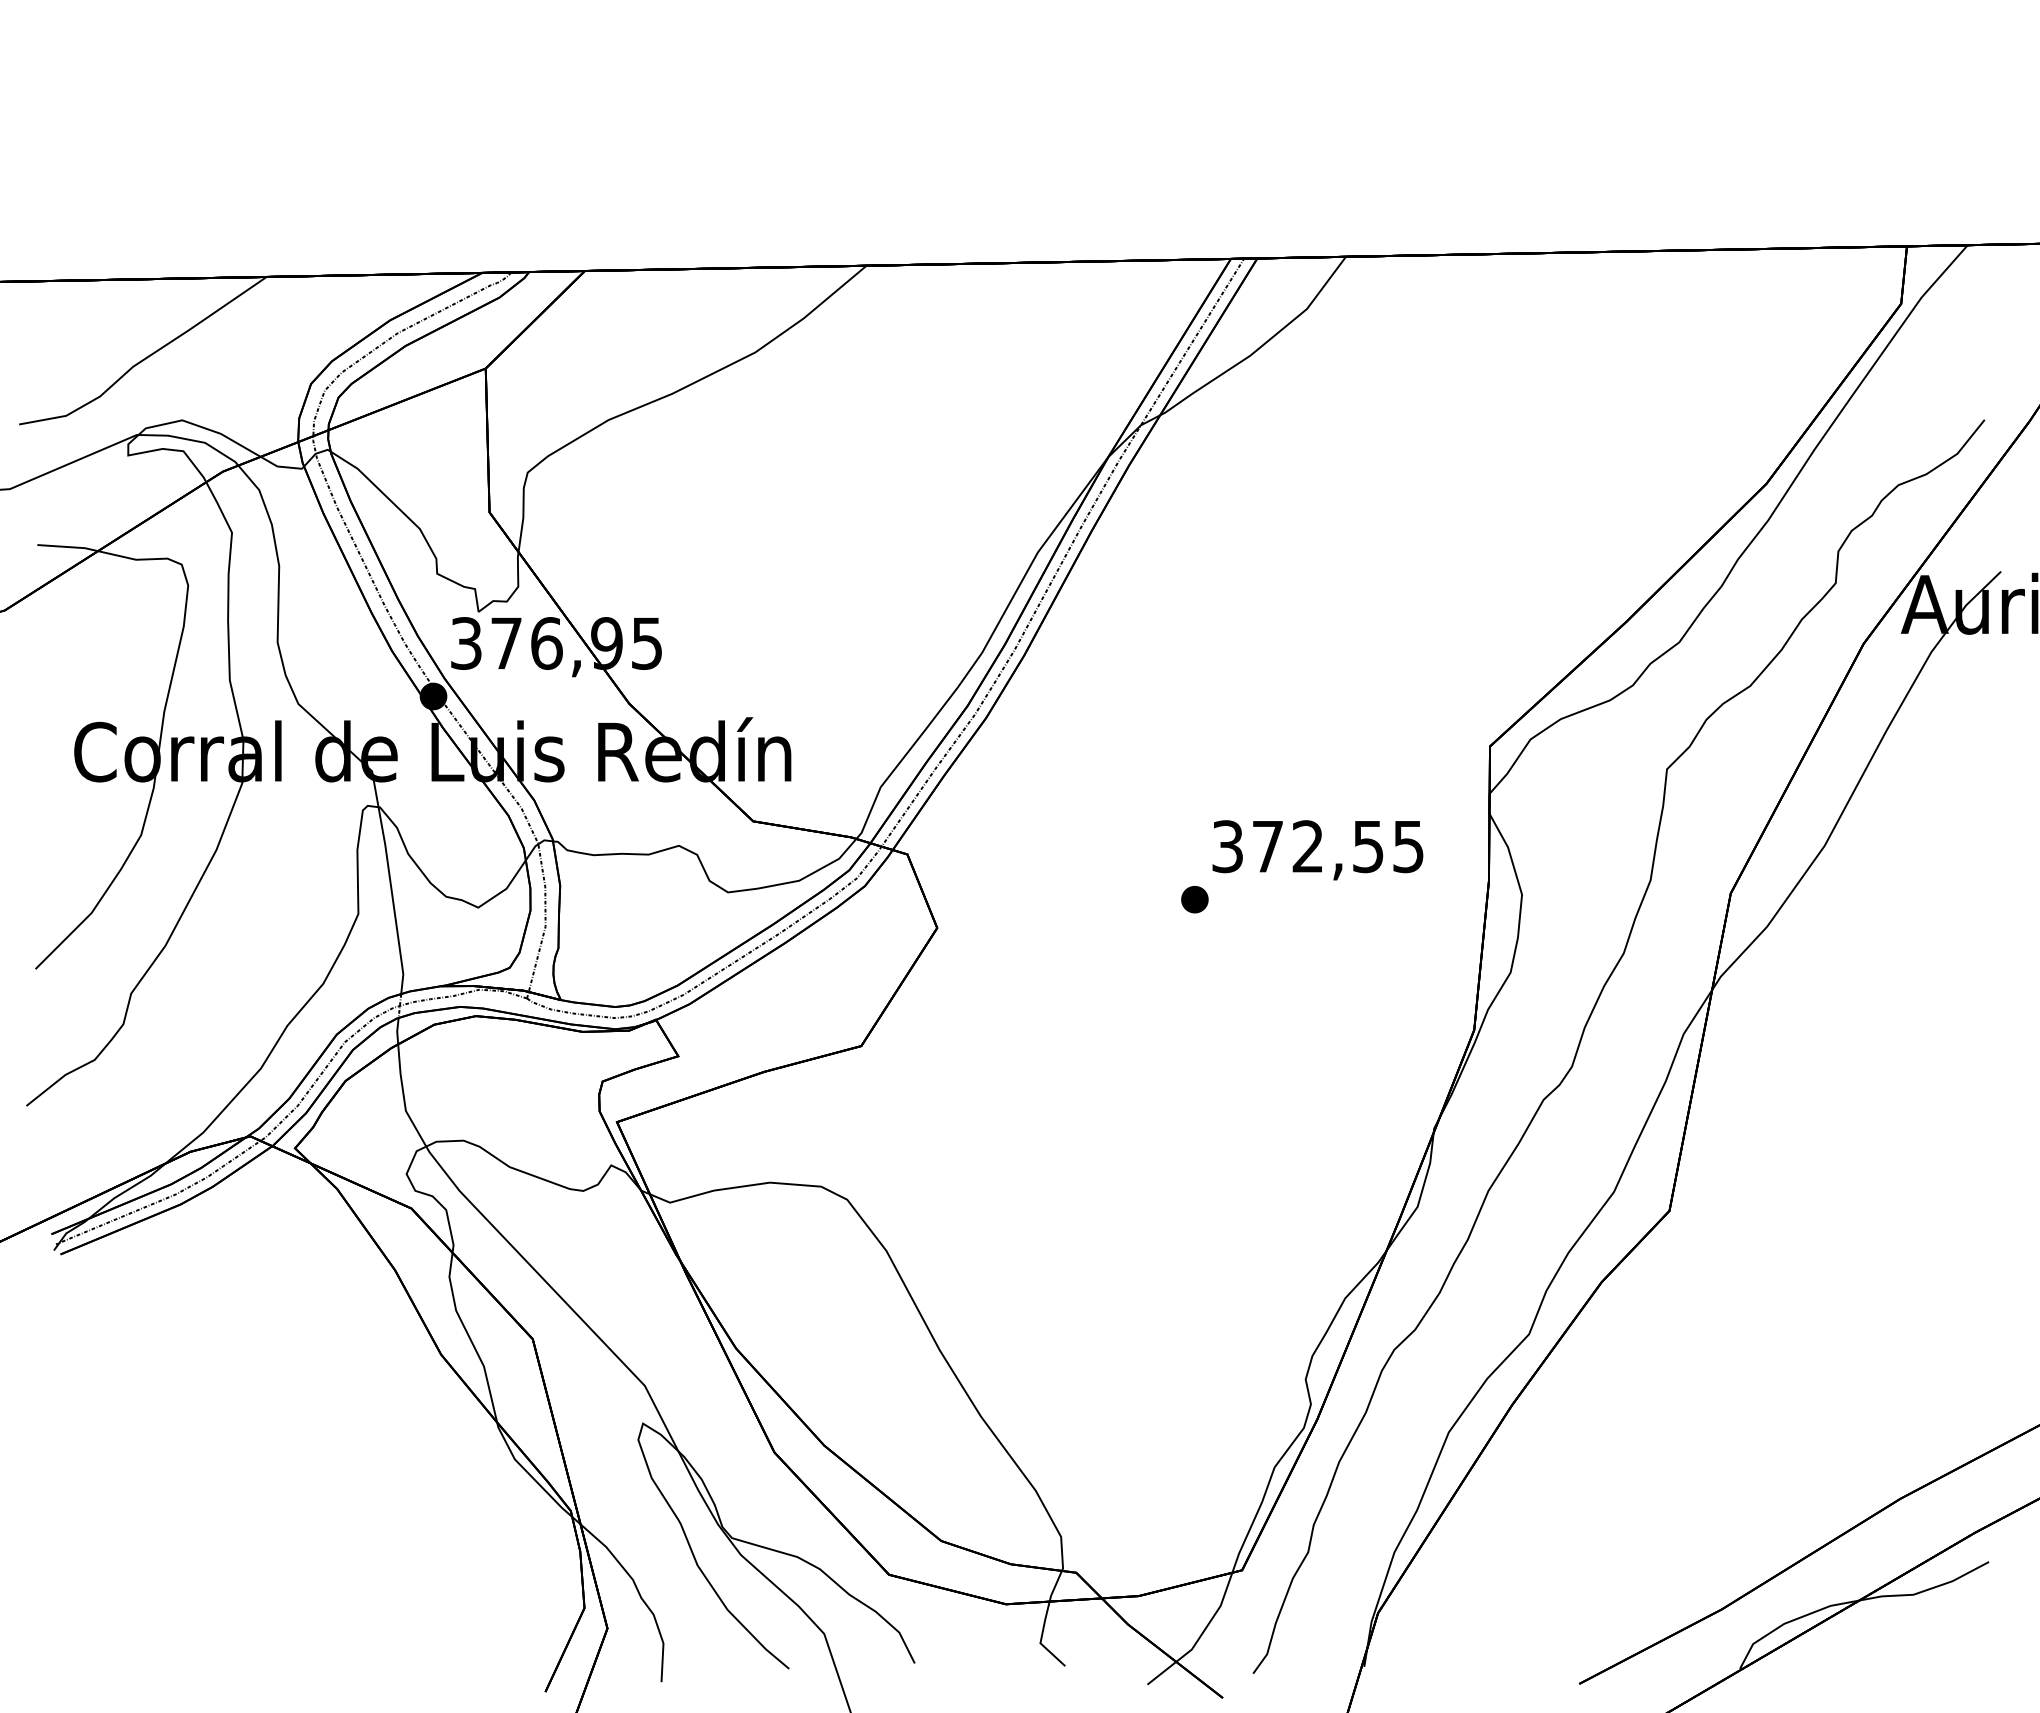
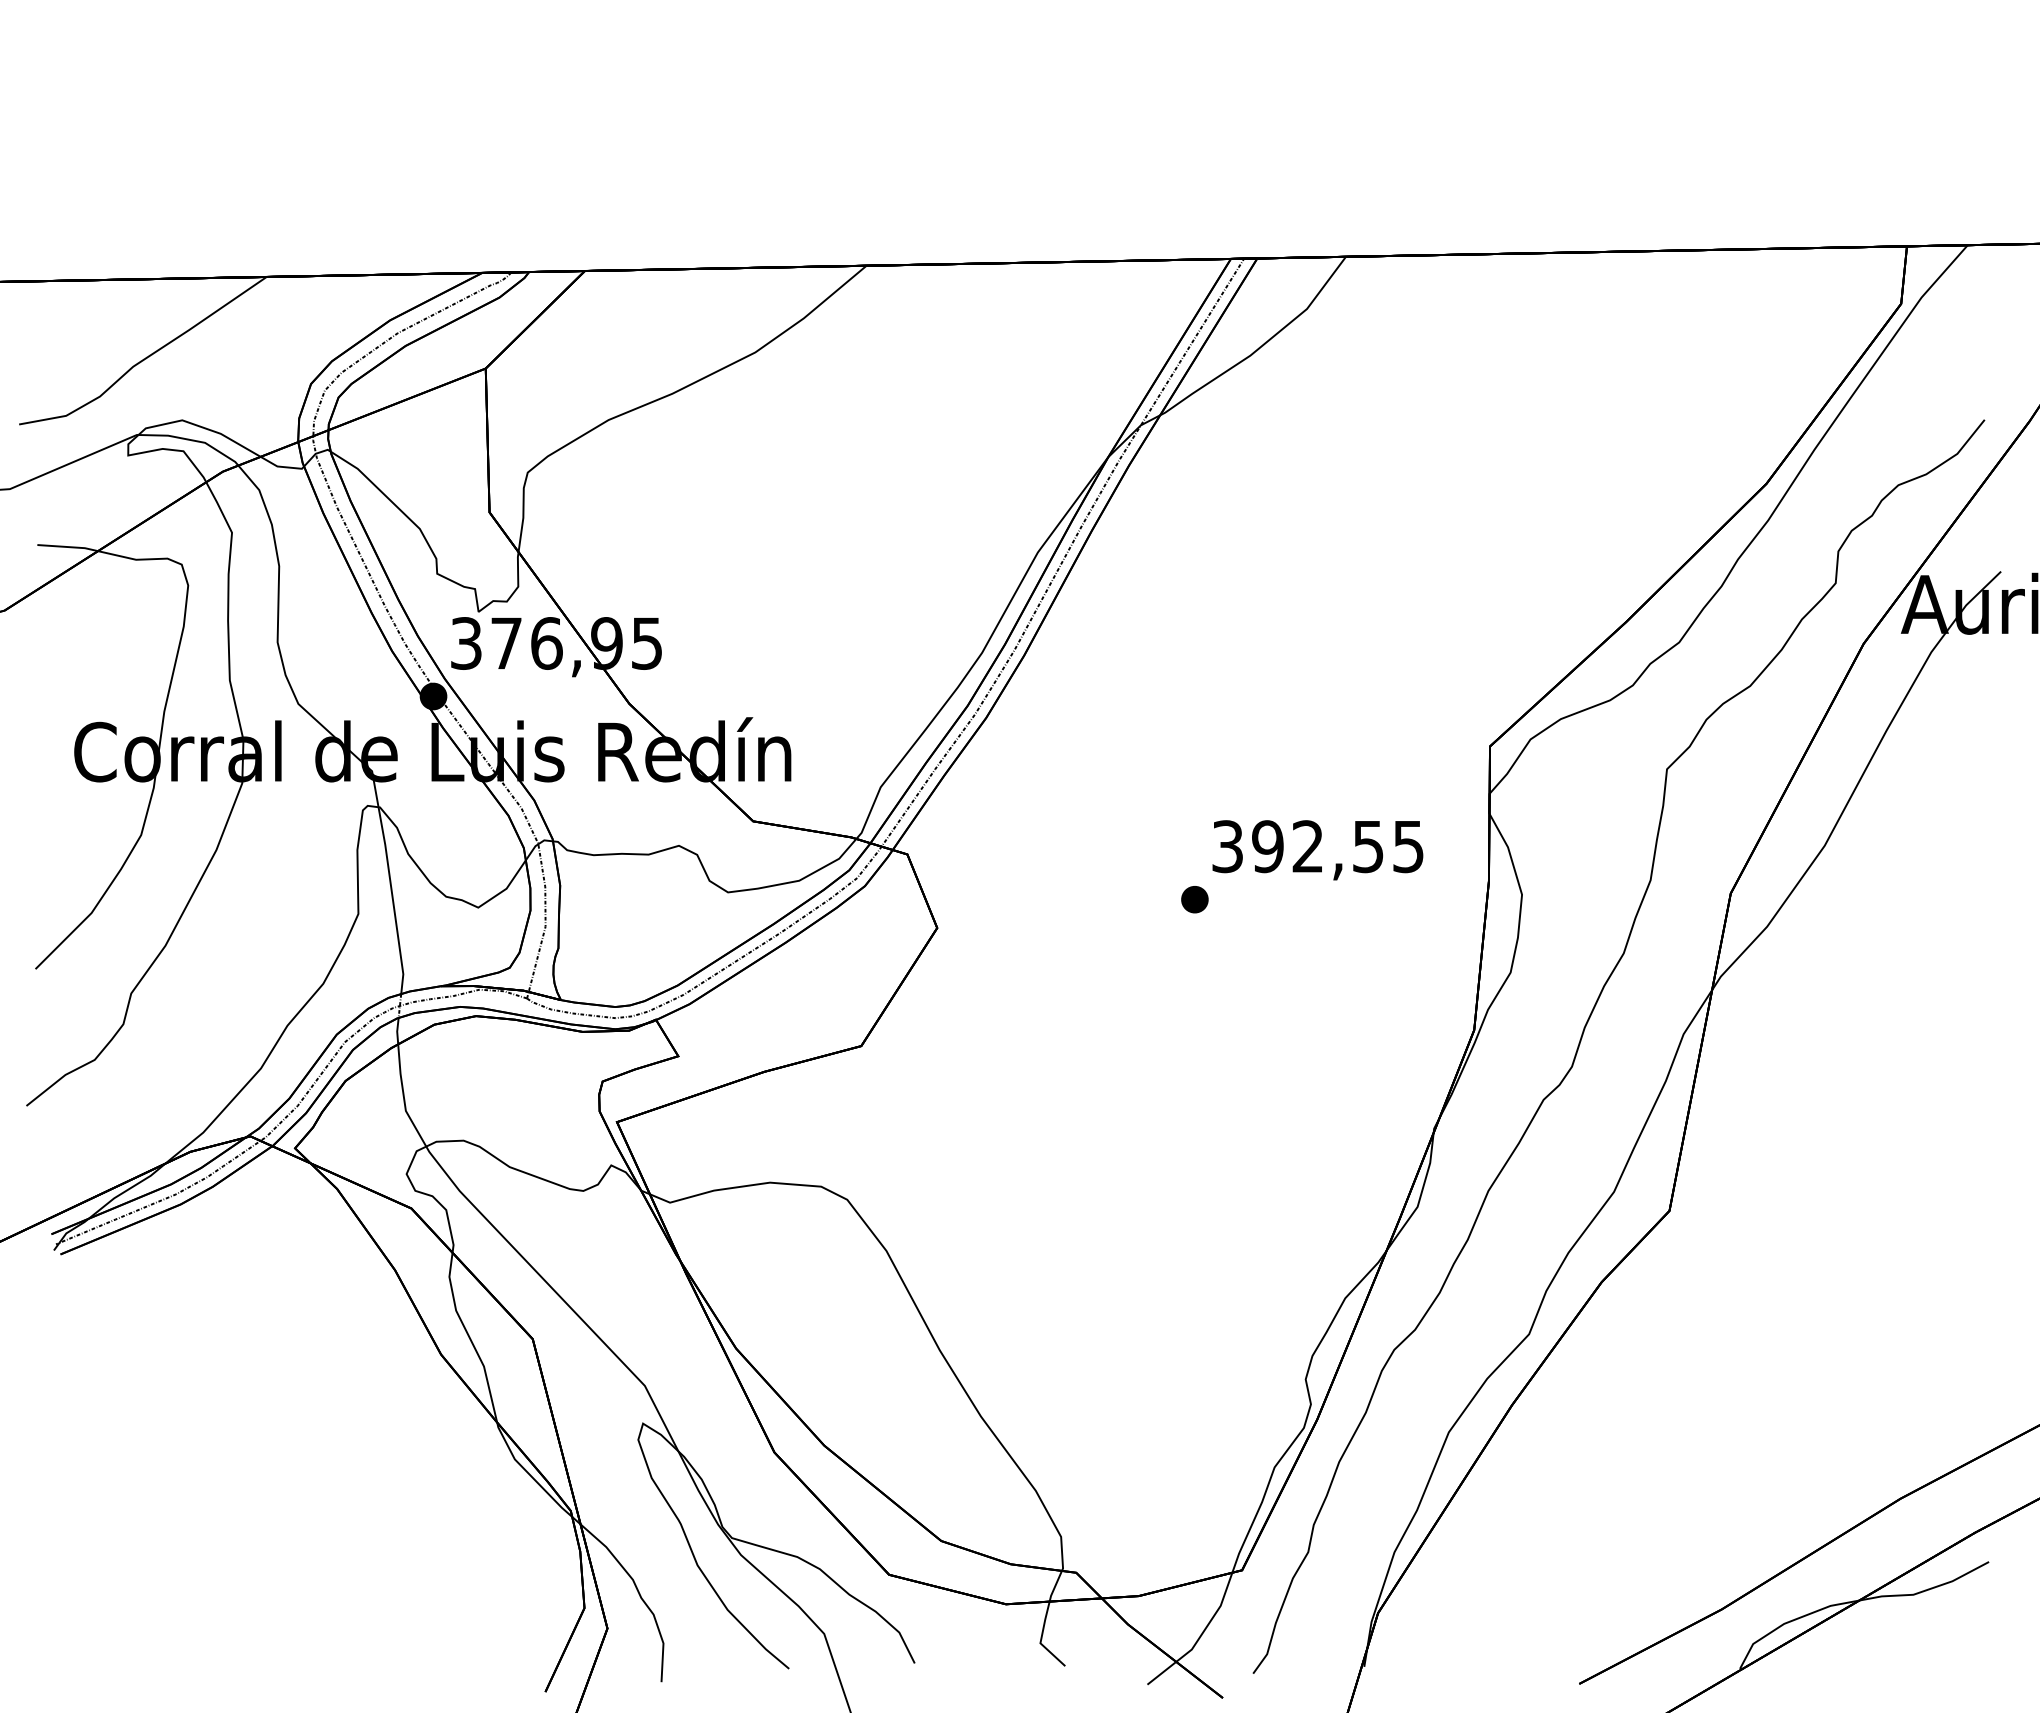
text at (1267, 846): 372,55 -> 392,55
